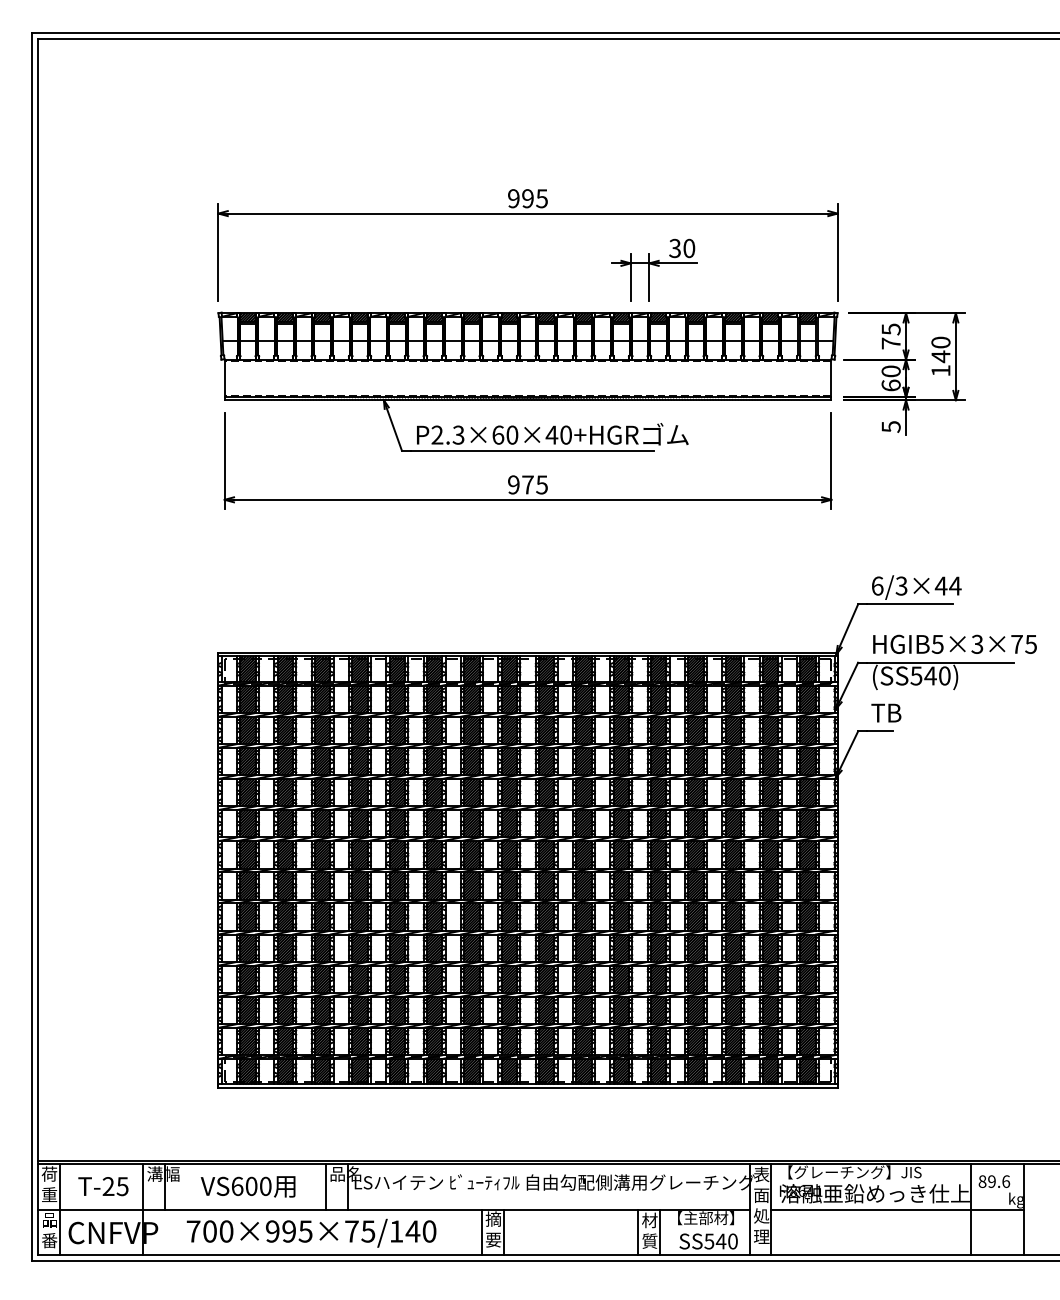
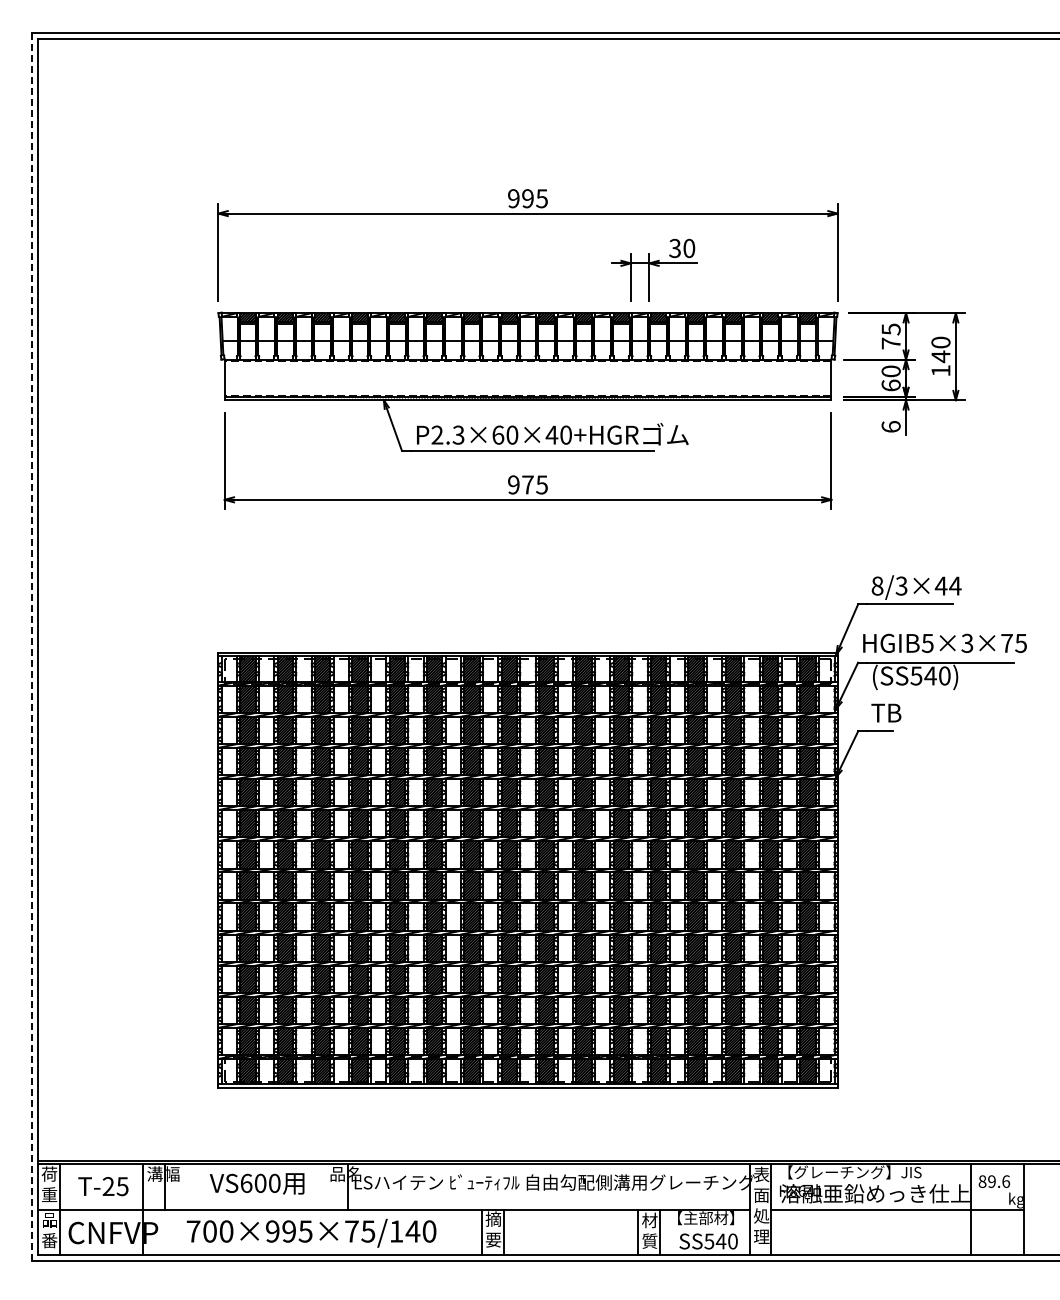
text at (890, 426): 5 -> 6
text at (877, 585): 6/3×44 -> 8/3×44
text at (954, 643) position: (954, 643) -> (944, 642)
line at (31, 647): solid -> dashed
text at (247, 1186) position: (247, 1186) -> (256, 1183)
line at (325, 1186): present -> none
